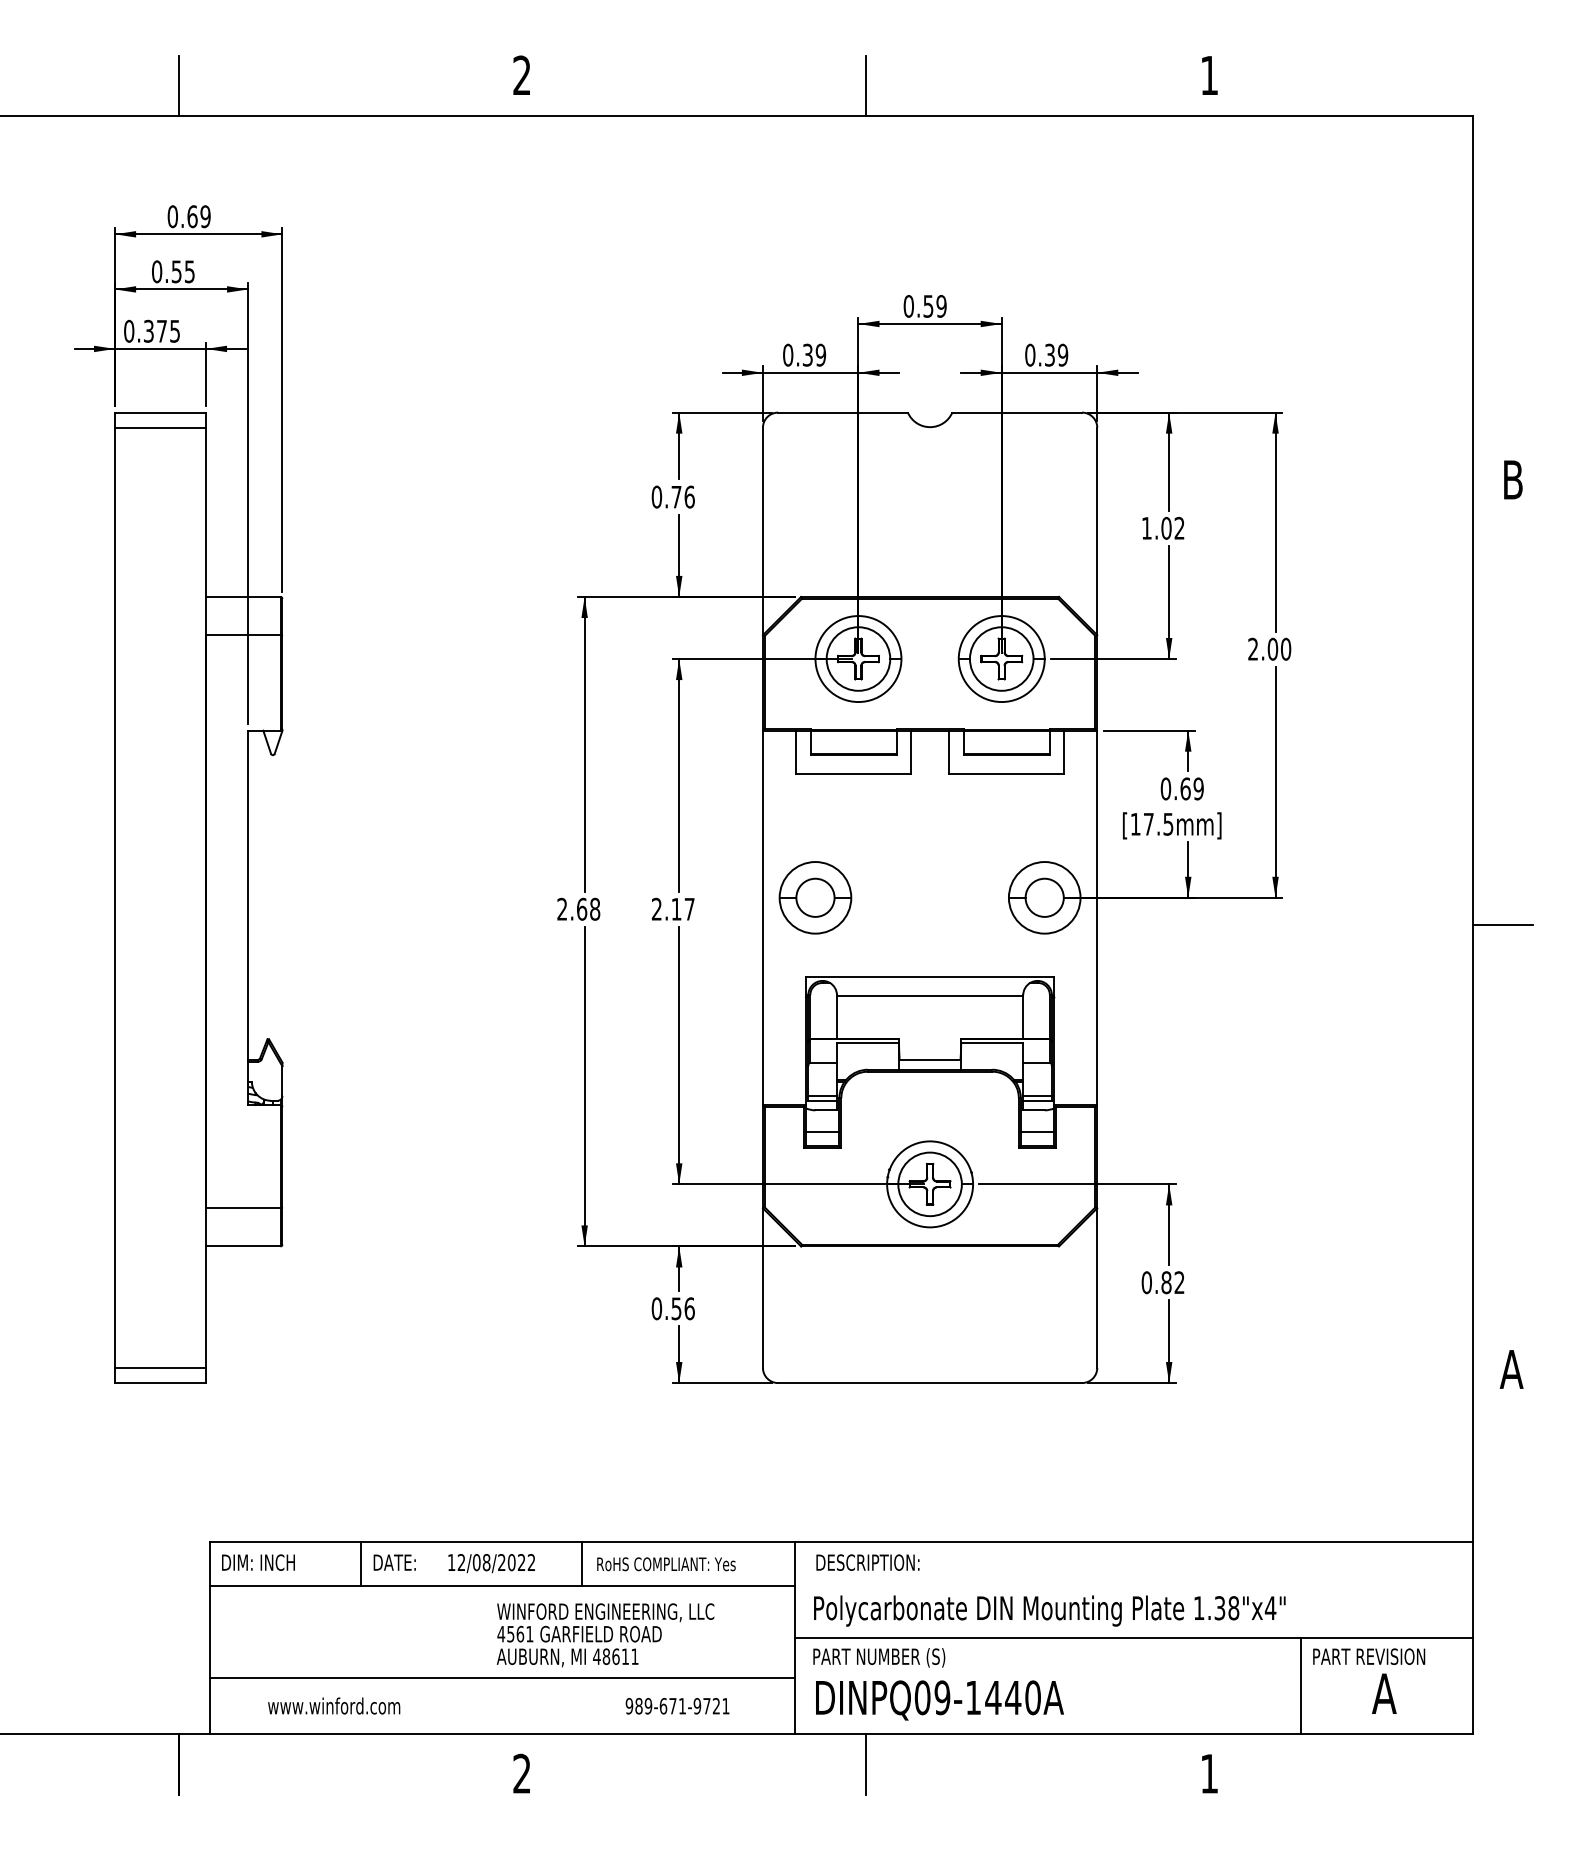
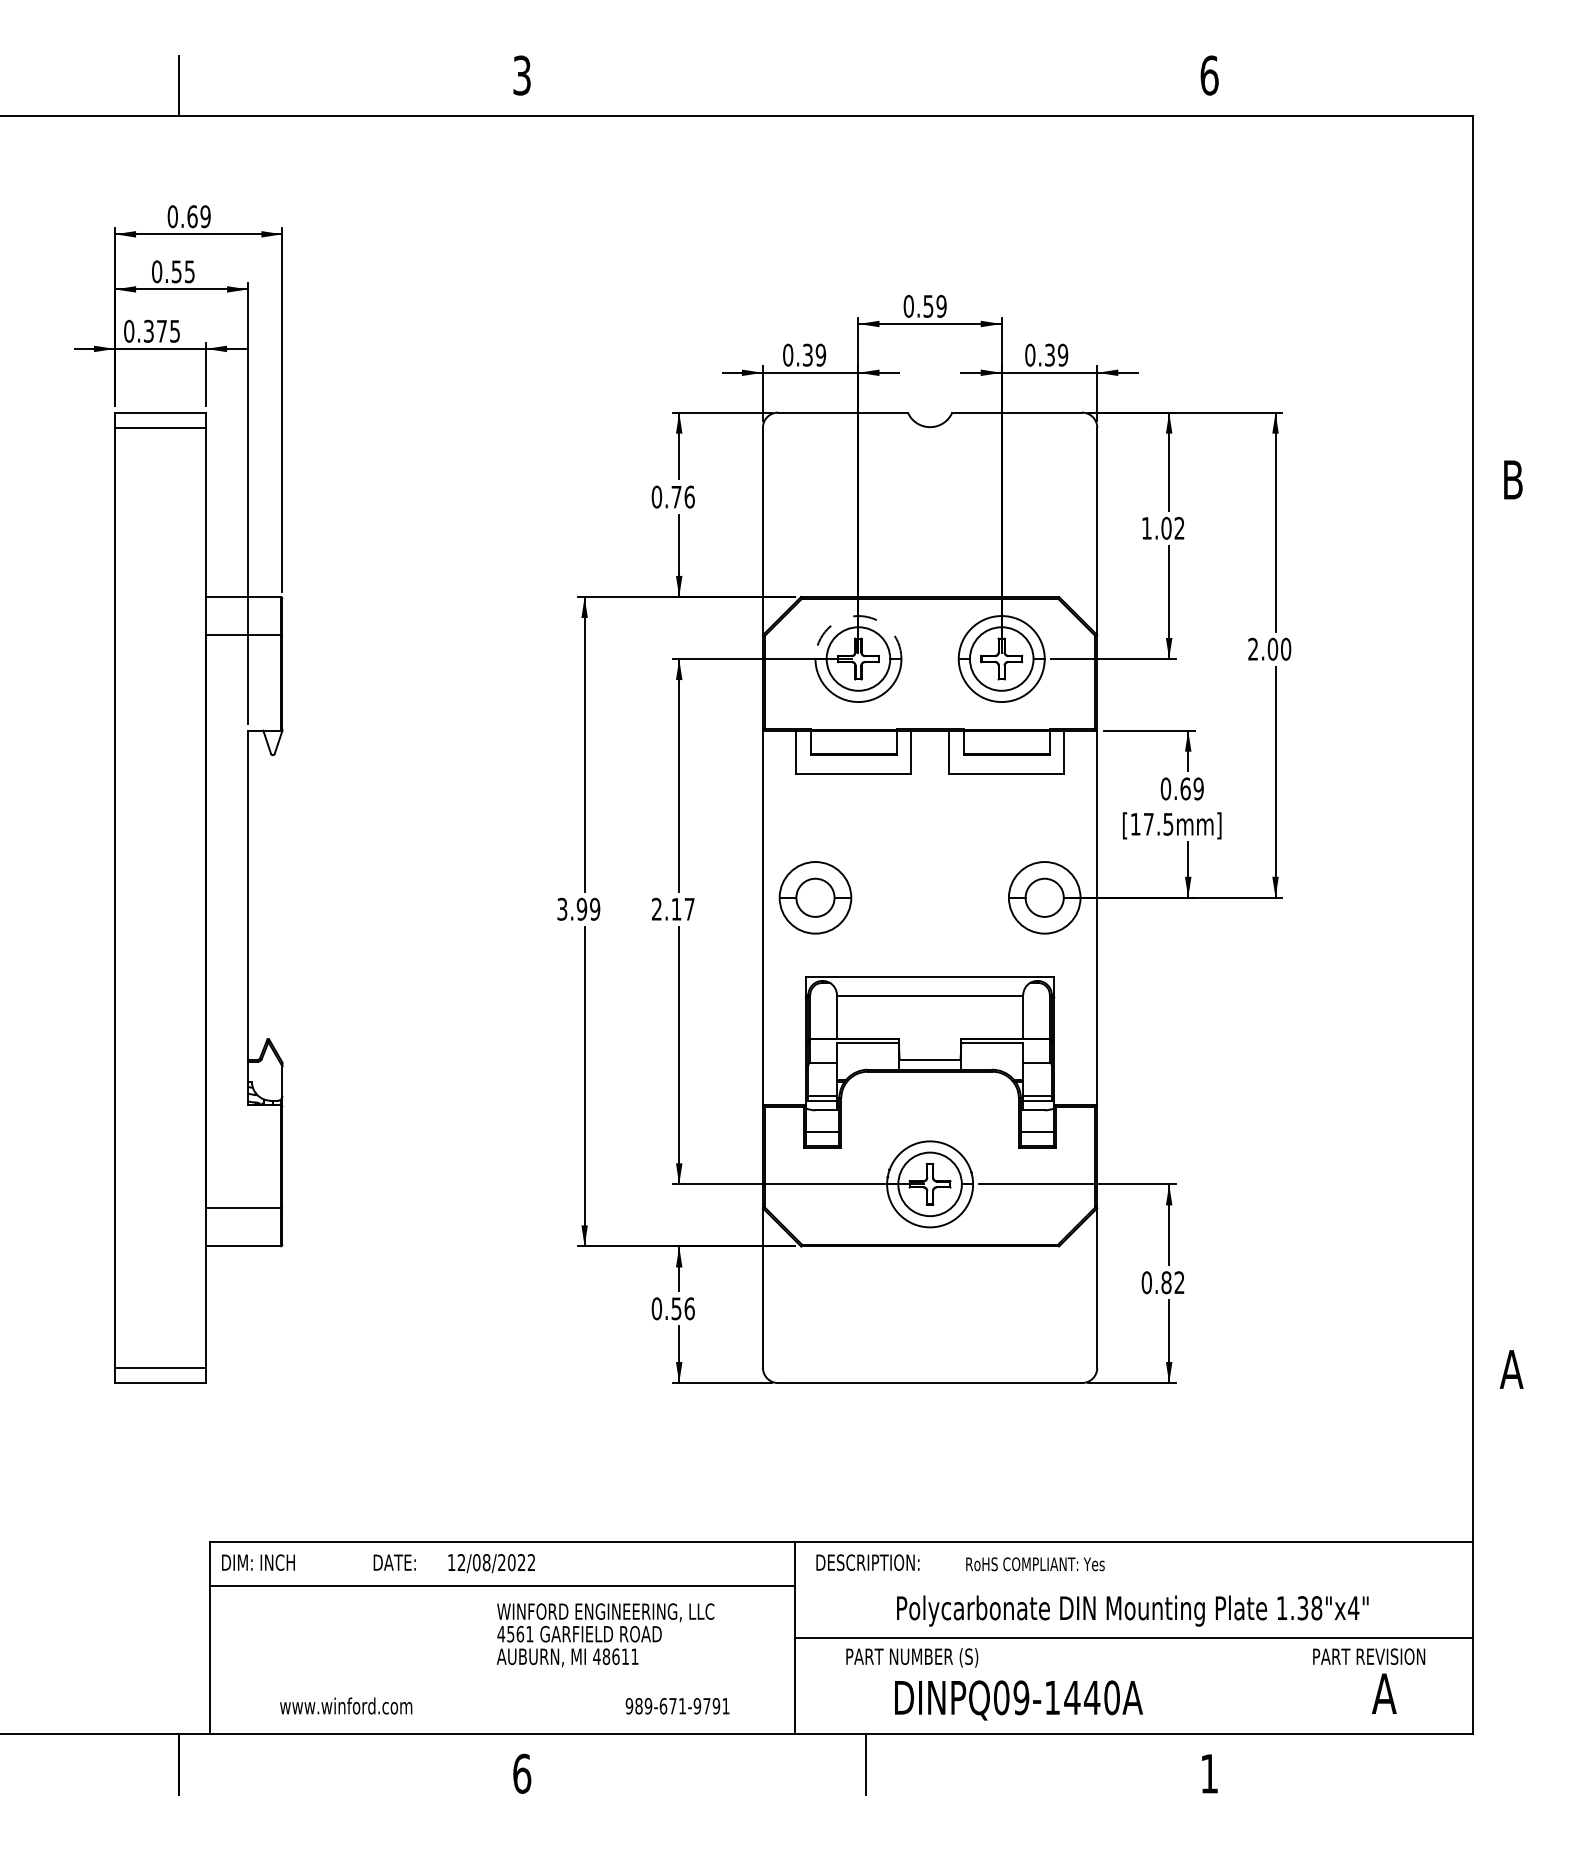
text at (521, 75): 2 -> 3
text at (1209, 75): 1 -> 6
line at (866, 85): present -> none
arc at (858, 616): solid -> dashed
text at (578, 908): 2.68 -> 3.99
line at (1502, 925): present -> none
line at (361, 1564): present -> none
line at (581, 1564): present -> none
text at (666, 1564) position: (666, 1564) -> (1035, 1564)
text at (1049, 1610) position: (1049, 1610) -> (1132, 1610)
text at (879, 1657) position: (879, 1657) -> (912, 1657)
line at (502, 1677): present -> none
line at (1300, 1685): present -> none
text at (939, 1700) position: (939, 1700) -> (1018, 1700)
text at (334, 1705) position: (334, 1705) -> (346, 1705)
text at (716, 1706): 989-671-9721 -> 989-671-9791
text at (522, 1773): 2 -> 6
